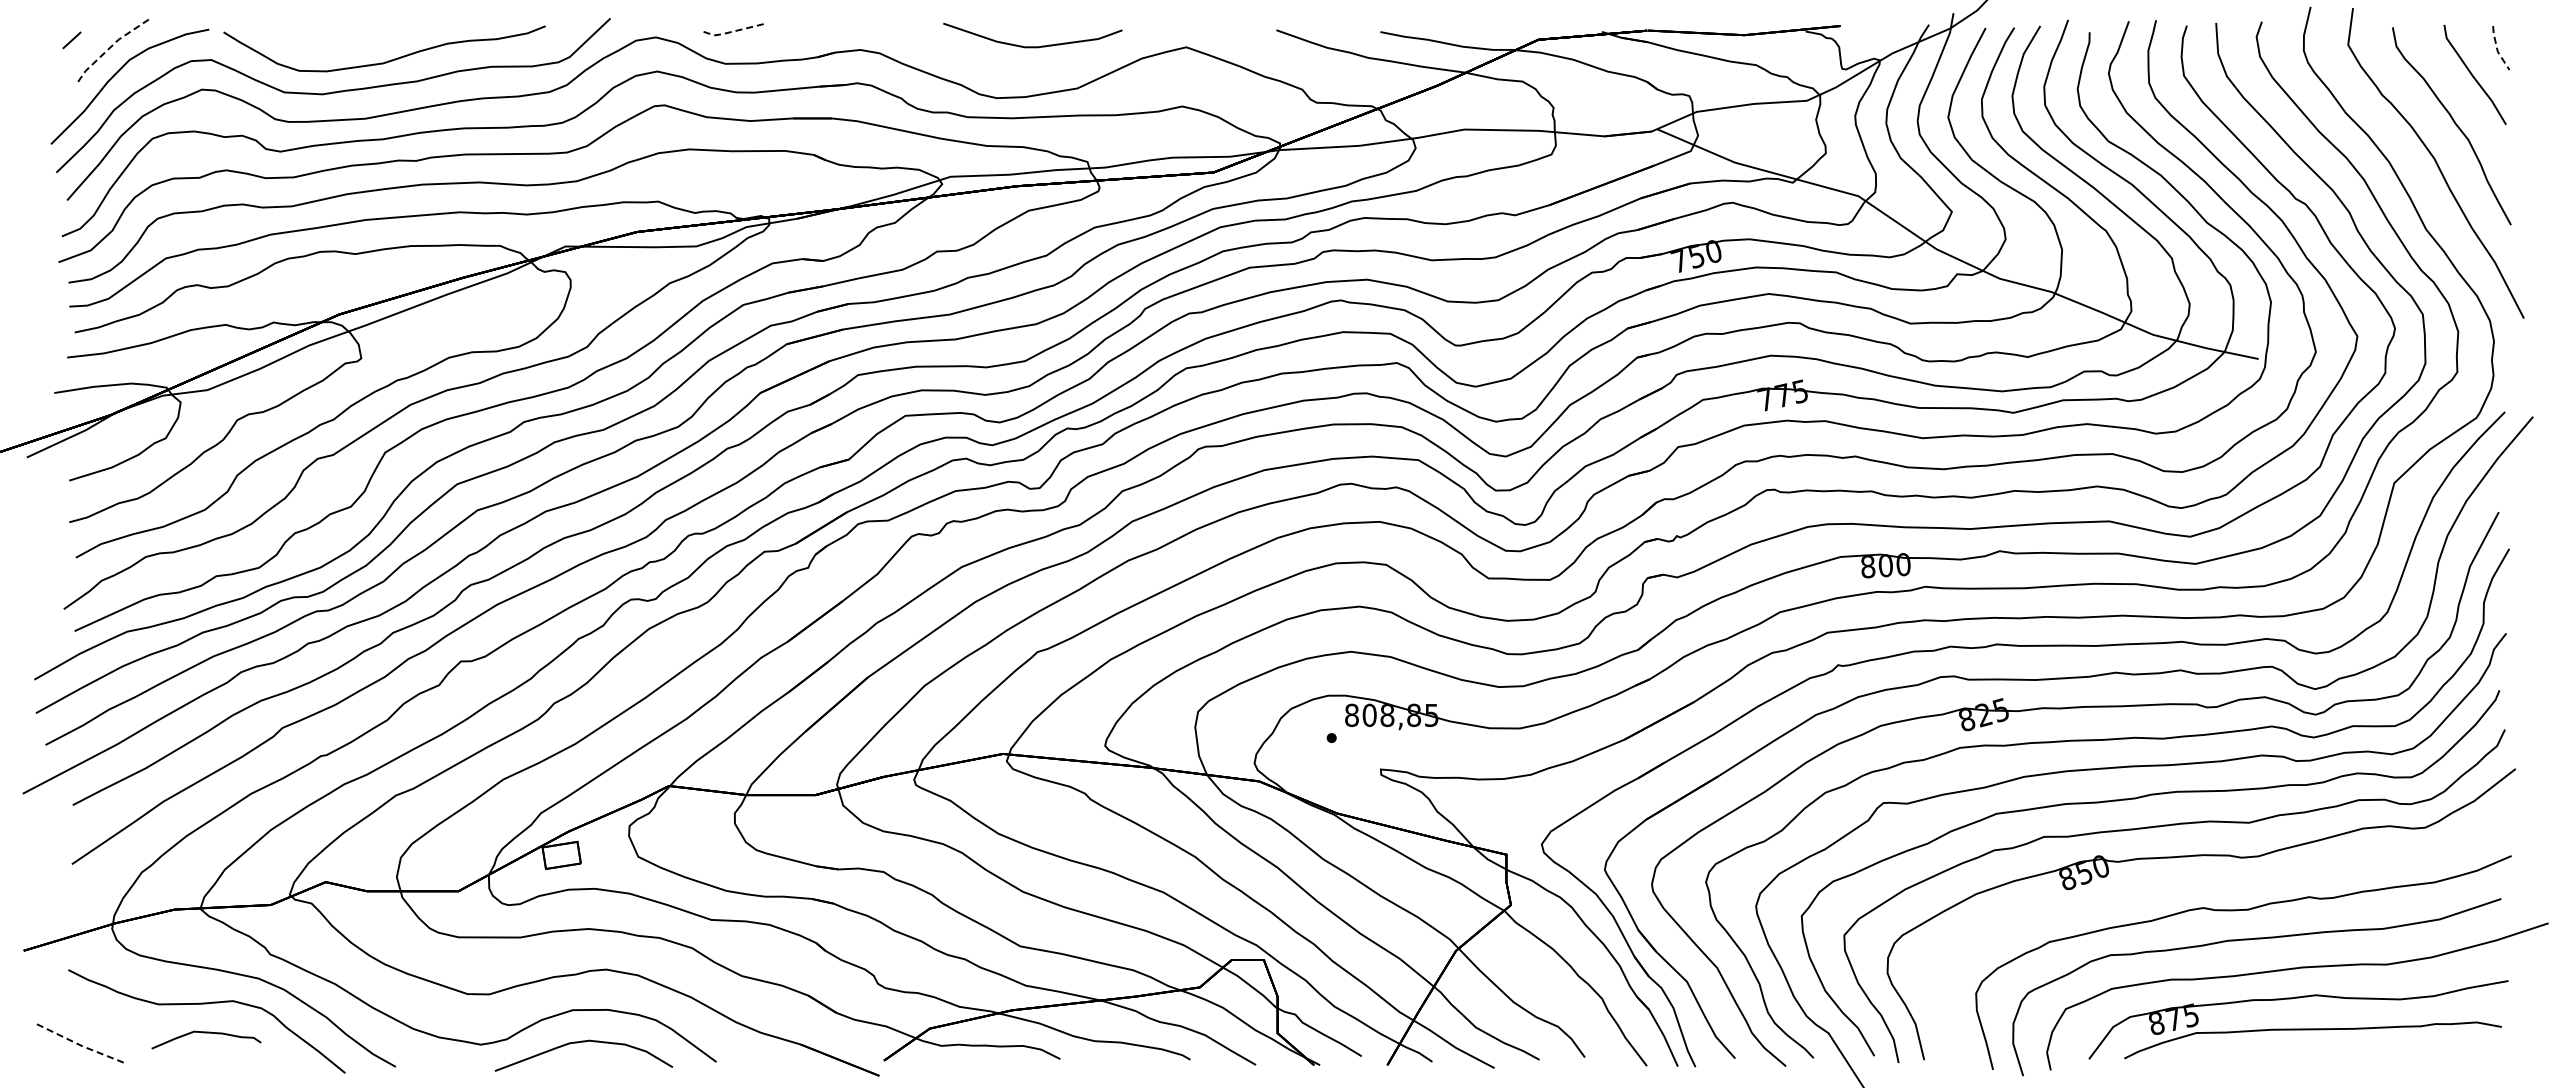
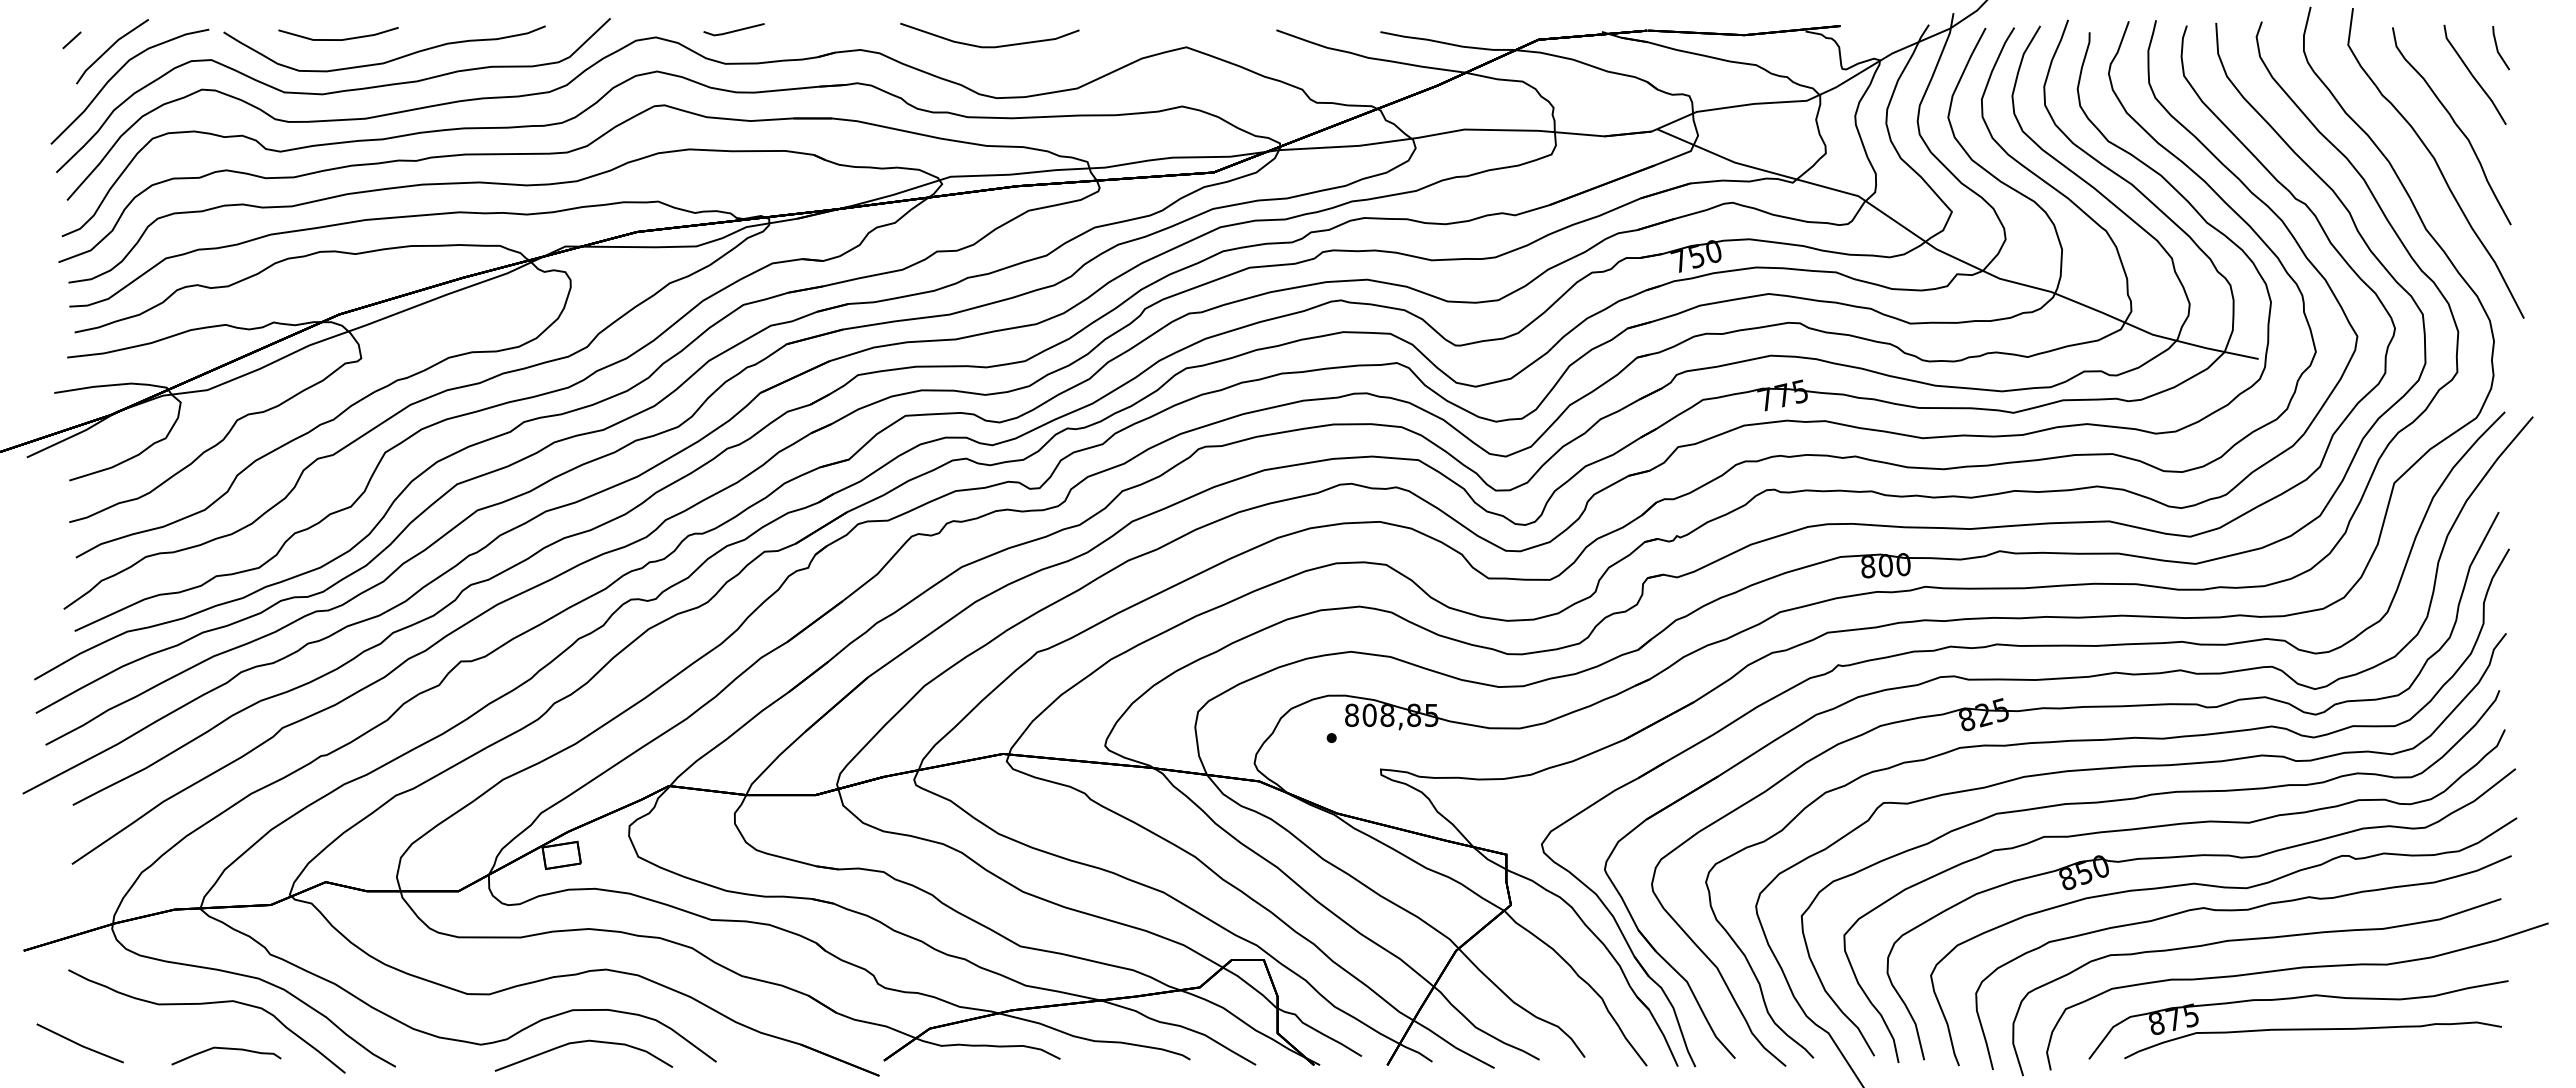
line at (732, 31): dashed -> solid
line at (338, 39): none -> present
curve at (1032, 46) position: (1032, 46) -> (989, 46)
line at (109, 48): dashed -> solid
line at (2497, 50): dashed -> solid
curve at (2223, 888): none -> present
curve at (206, 1033) position: (206, 1033) -> (226, 1049)
line at (79, 1045): dashed -> solid
